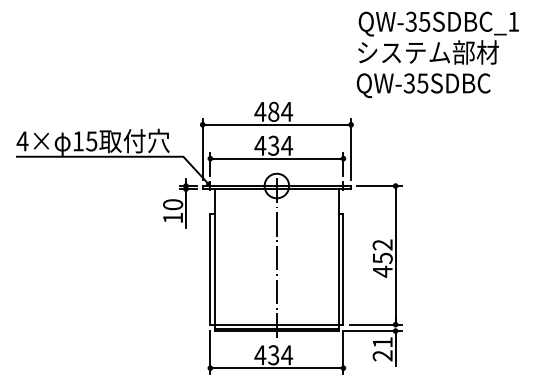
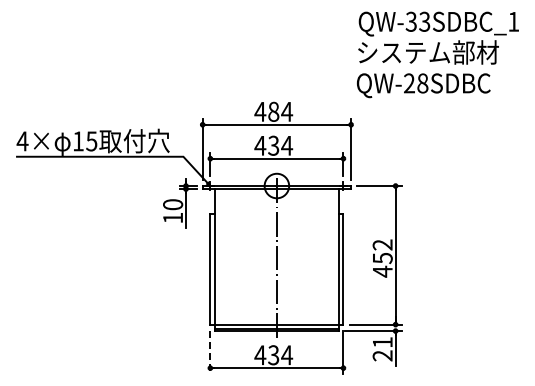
text at (424, 21): QW-35SDBC_1 -> QW-33SDBC_1
text at (415, 83): QW-35SDBC -> QW-28SDBC
line at (210, 352): solid -> dashed
